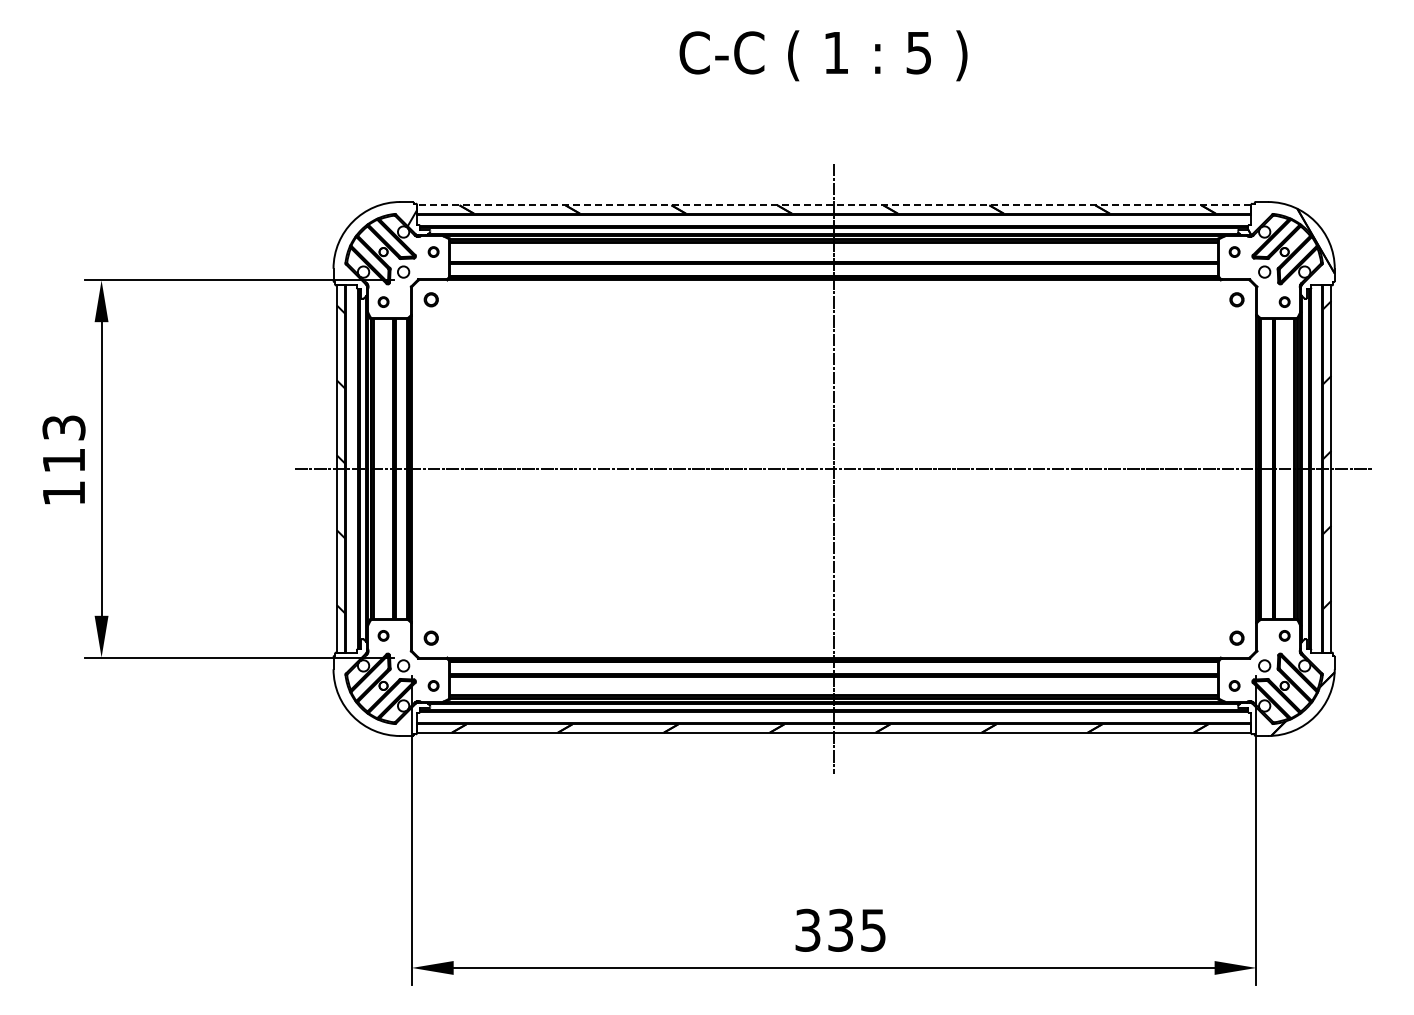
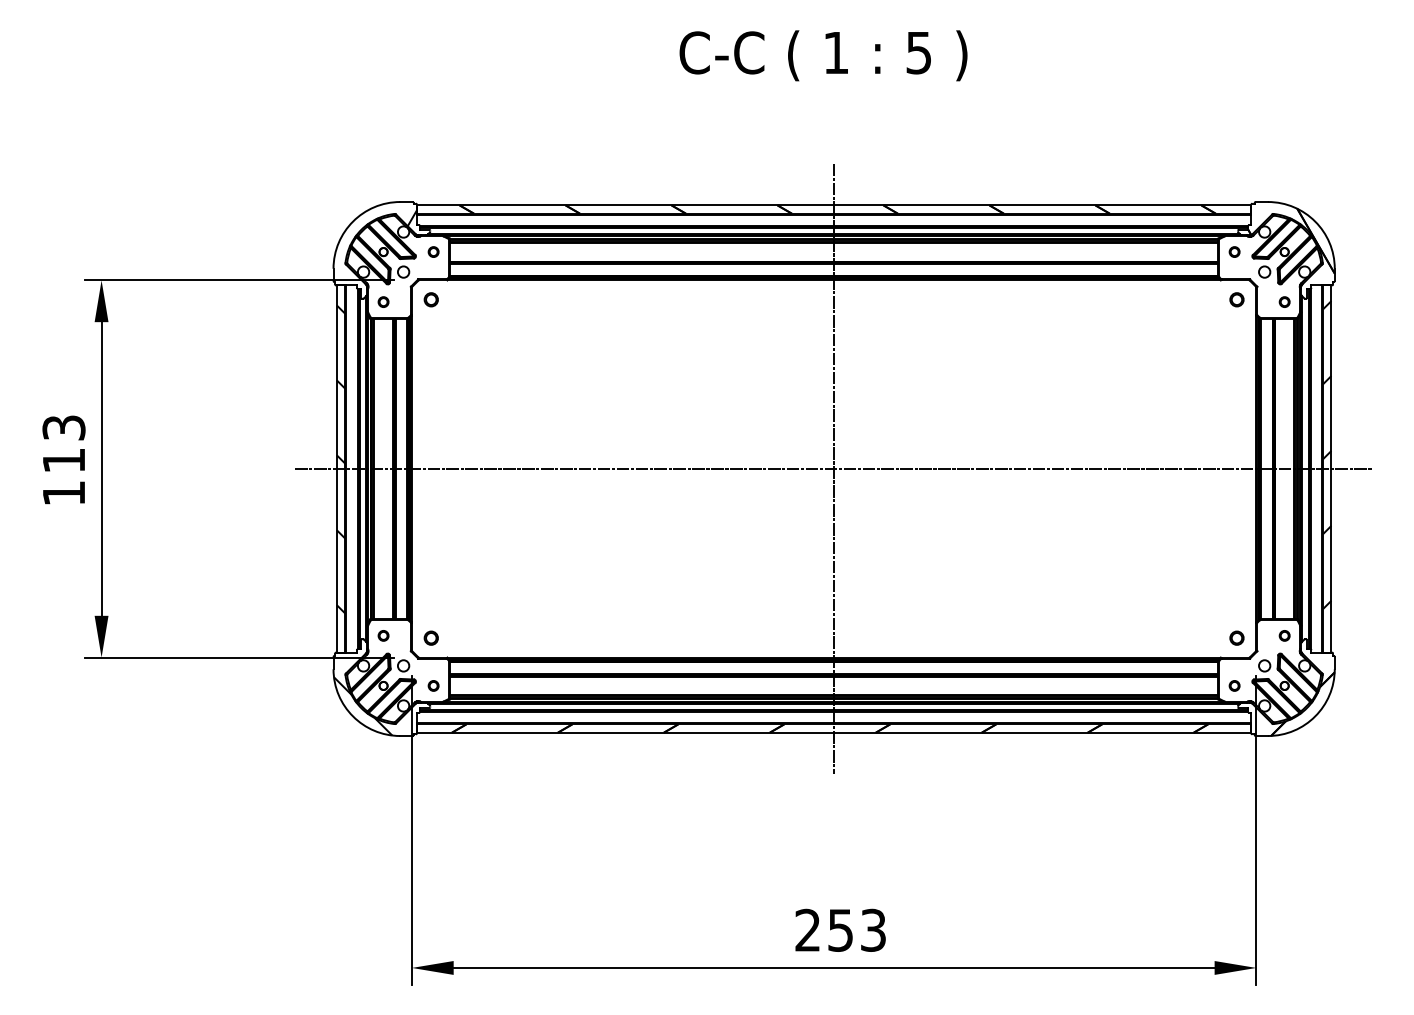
line at (833, 205): dashed -> solid
hatch at (363, 706): none -> present
text at (840, 929): 335 -> 253
